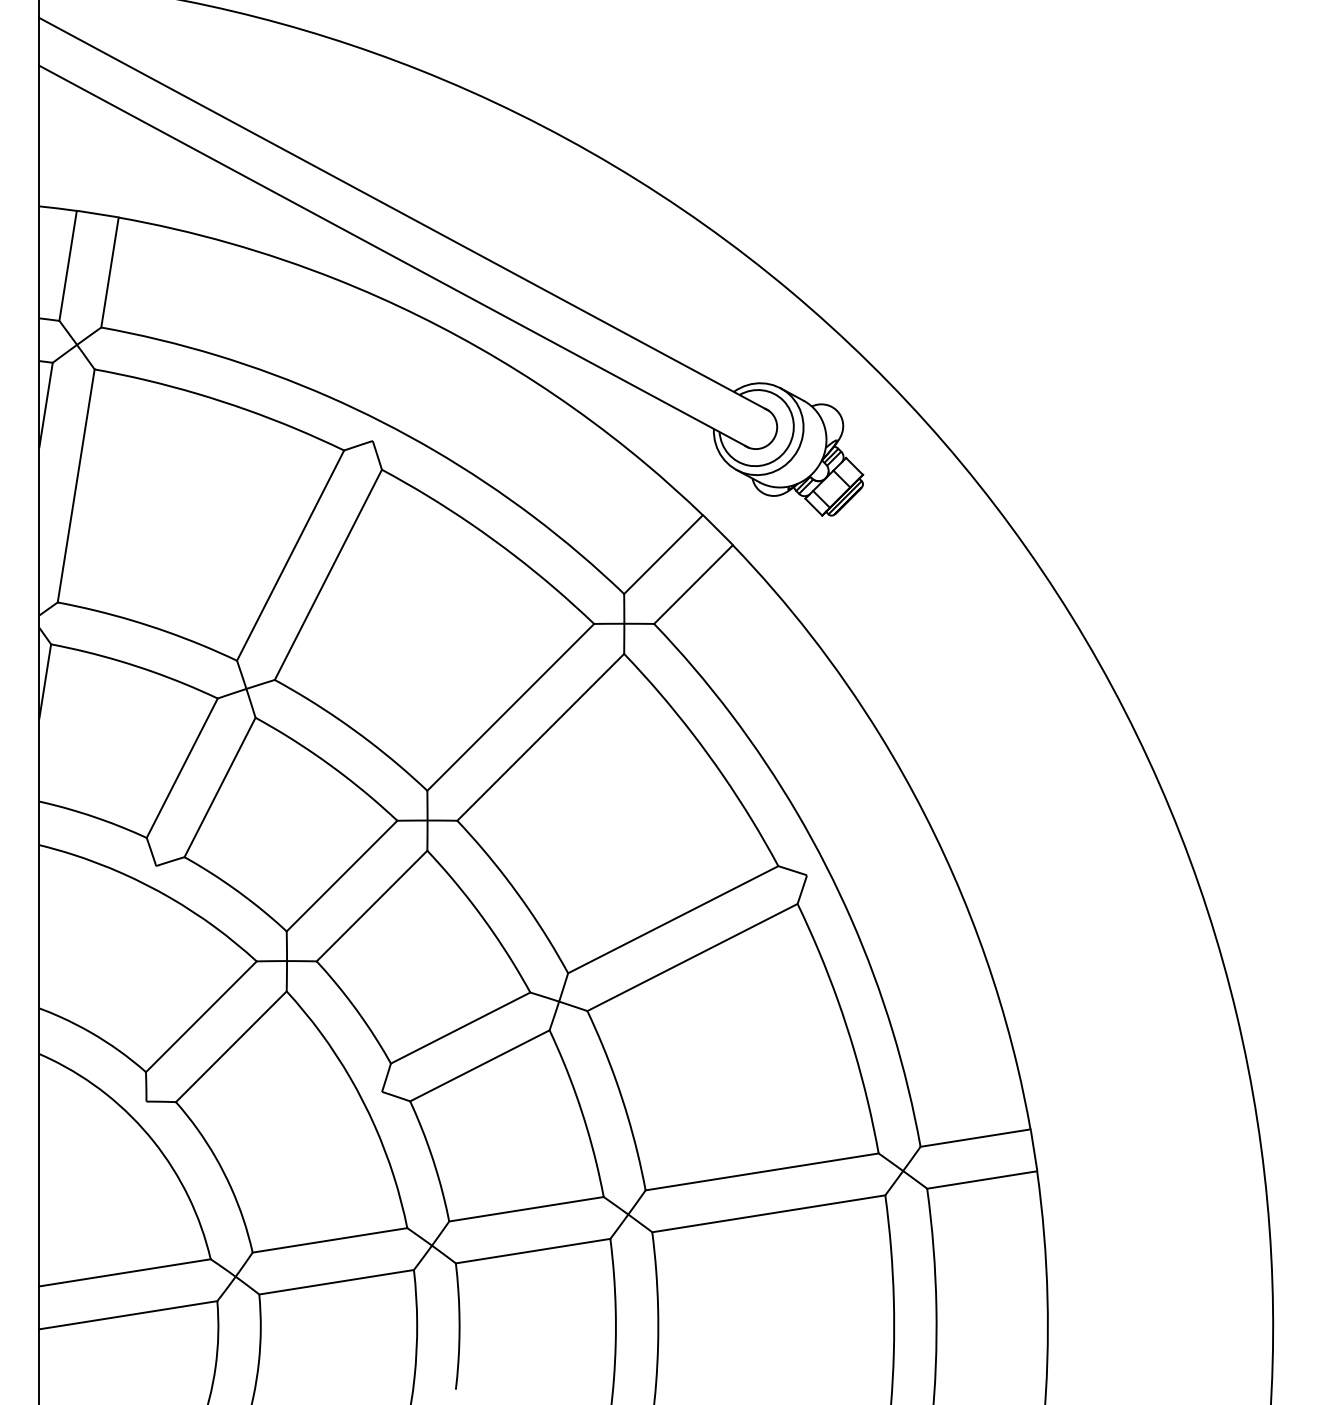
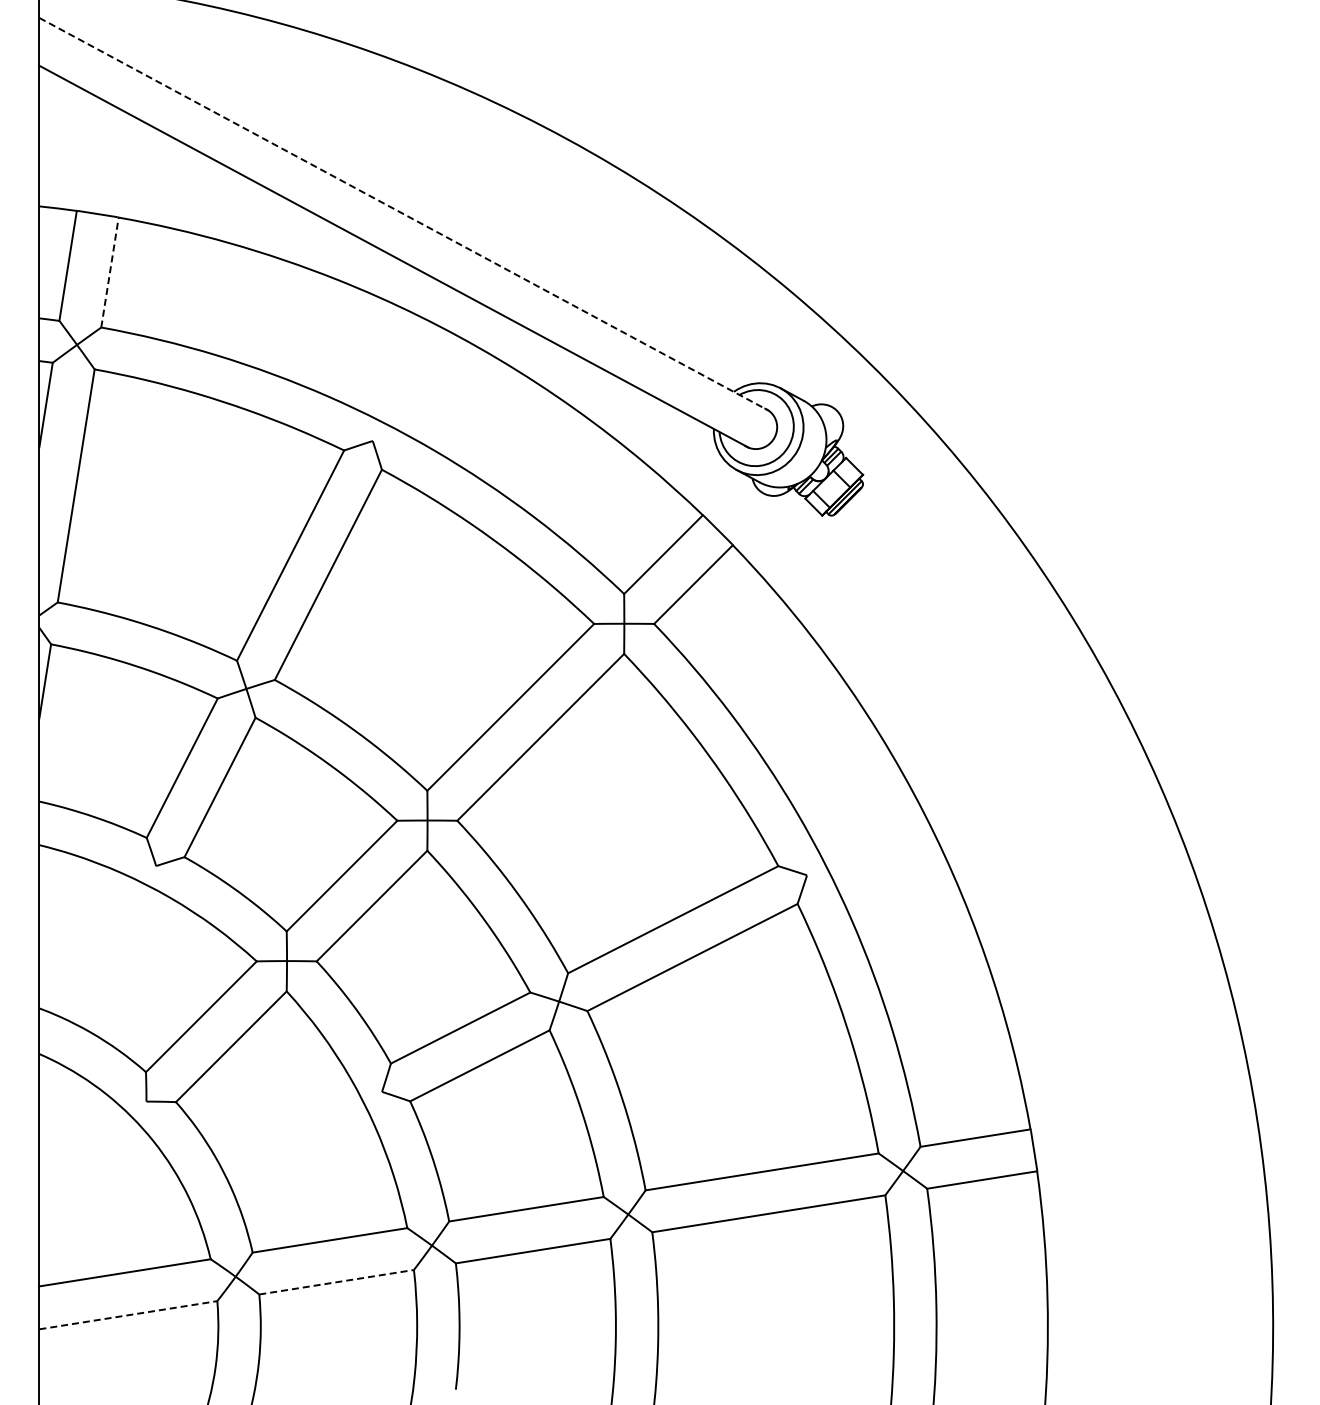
line at (404, 214): solid -> dashed
line at (109, 272): solid -> dashed
line at (337, 1282): solid -> dashed
line at (128, 1315): solid -> dashed
